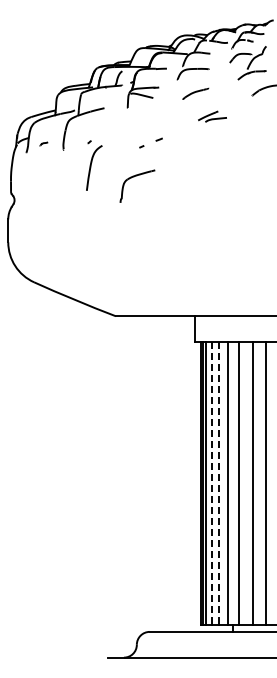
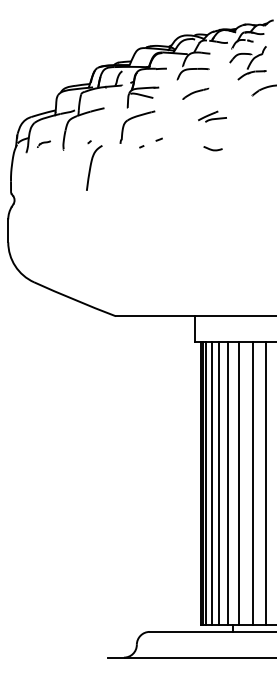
part at (43, 143) size: 10x6 px -> 14x8 px
curve at (211, 148): none -> present
part at (134, 177) position: (134, 177) -> (134, 118)
line at (211, 483): dashed -> solid
line at (218, 483): dashed -> solid
